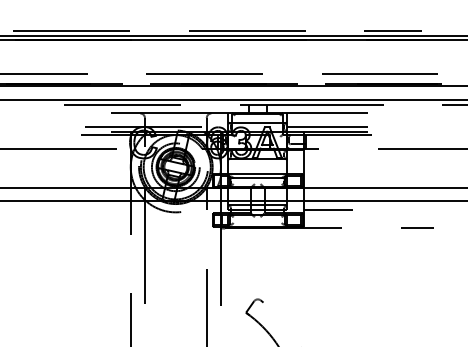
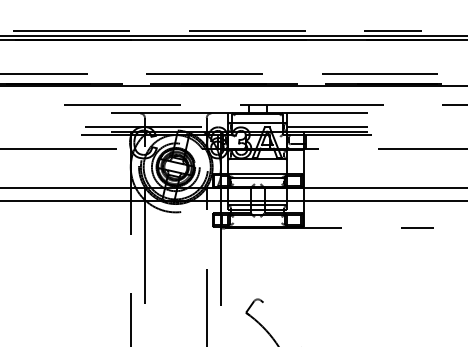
line at (233, 100): present -> none
line at (328, 210): present -> none
